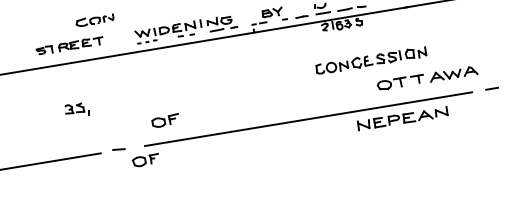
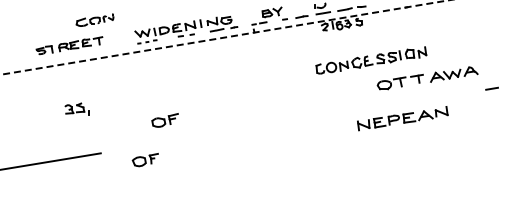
line at (225, 37): solid -> dashed
line at (308, 119): present -> none
line at (118, 149): present -> none
